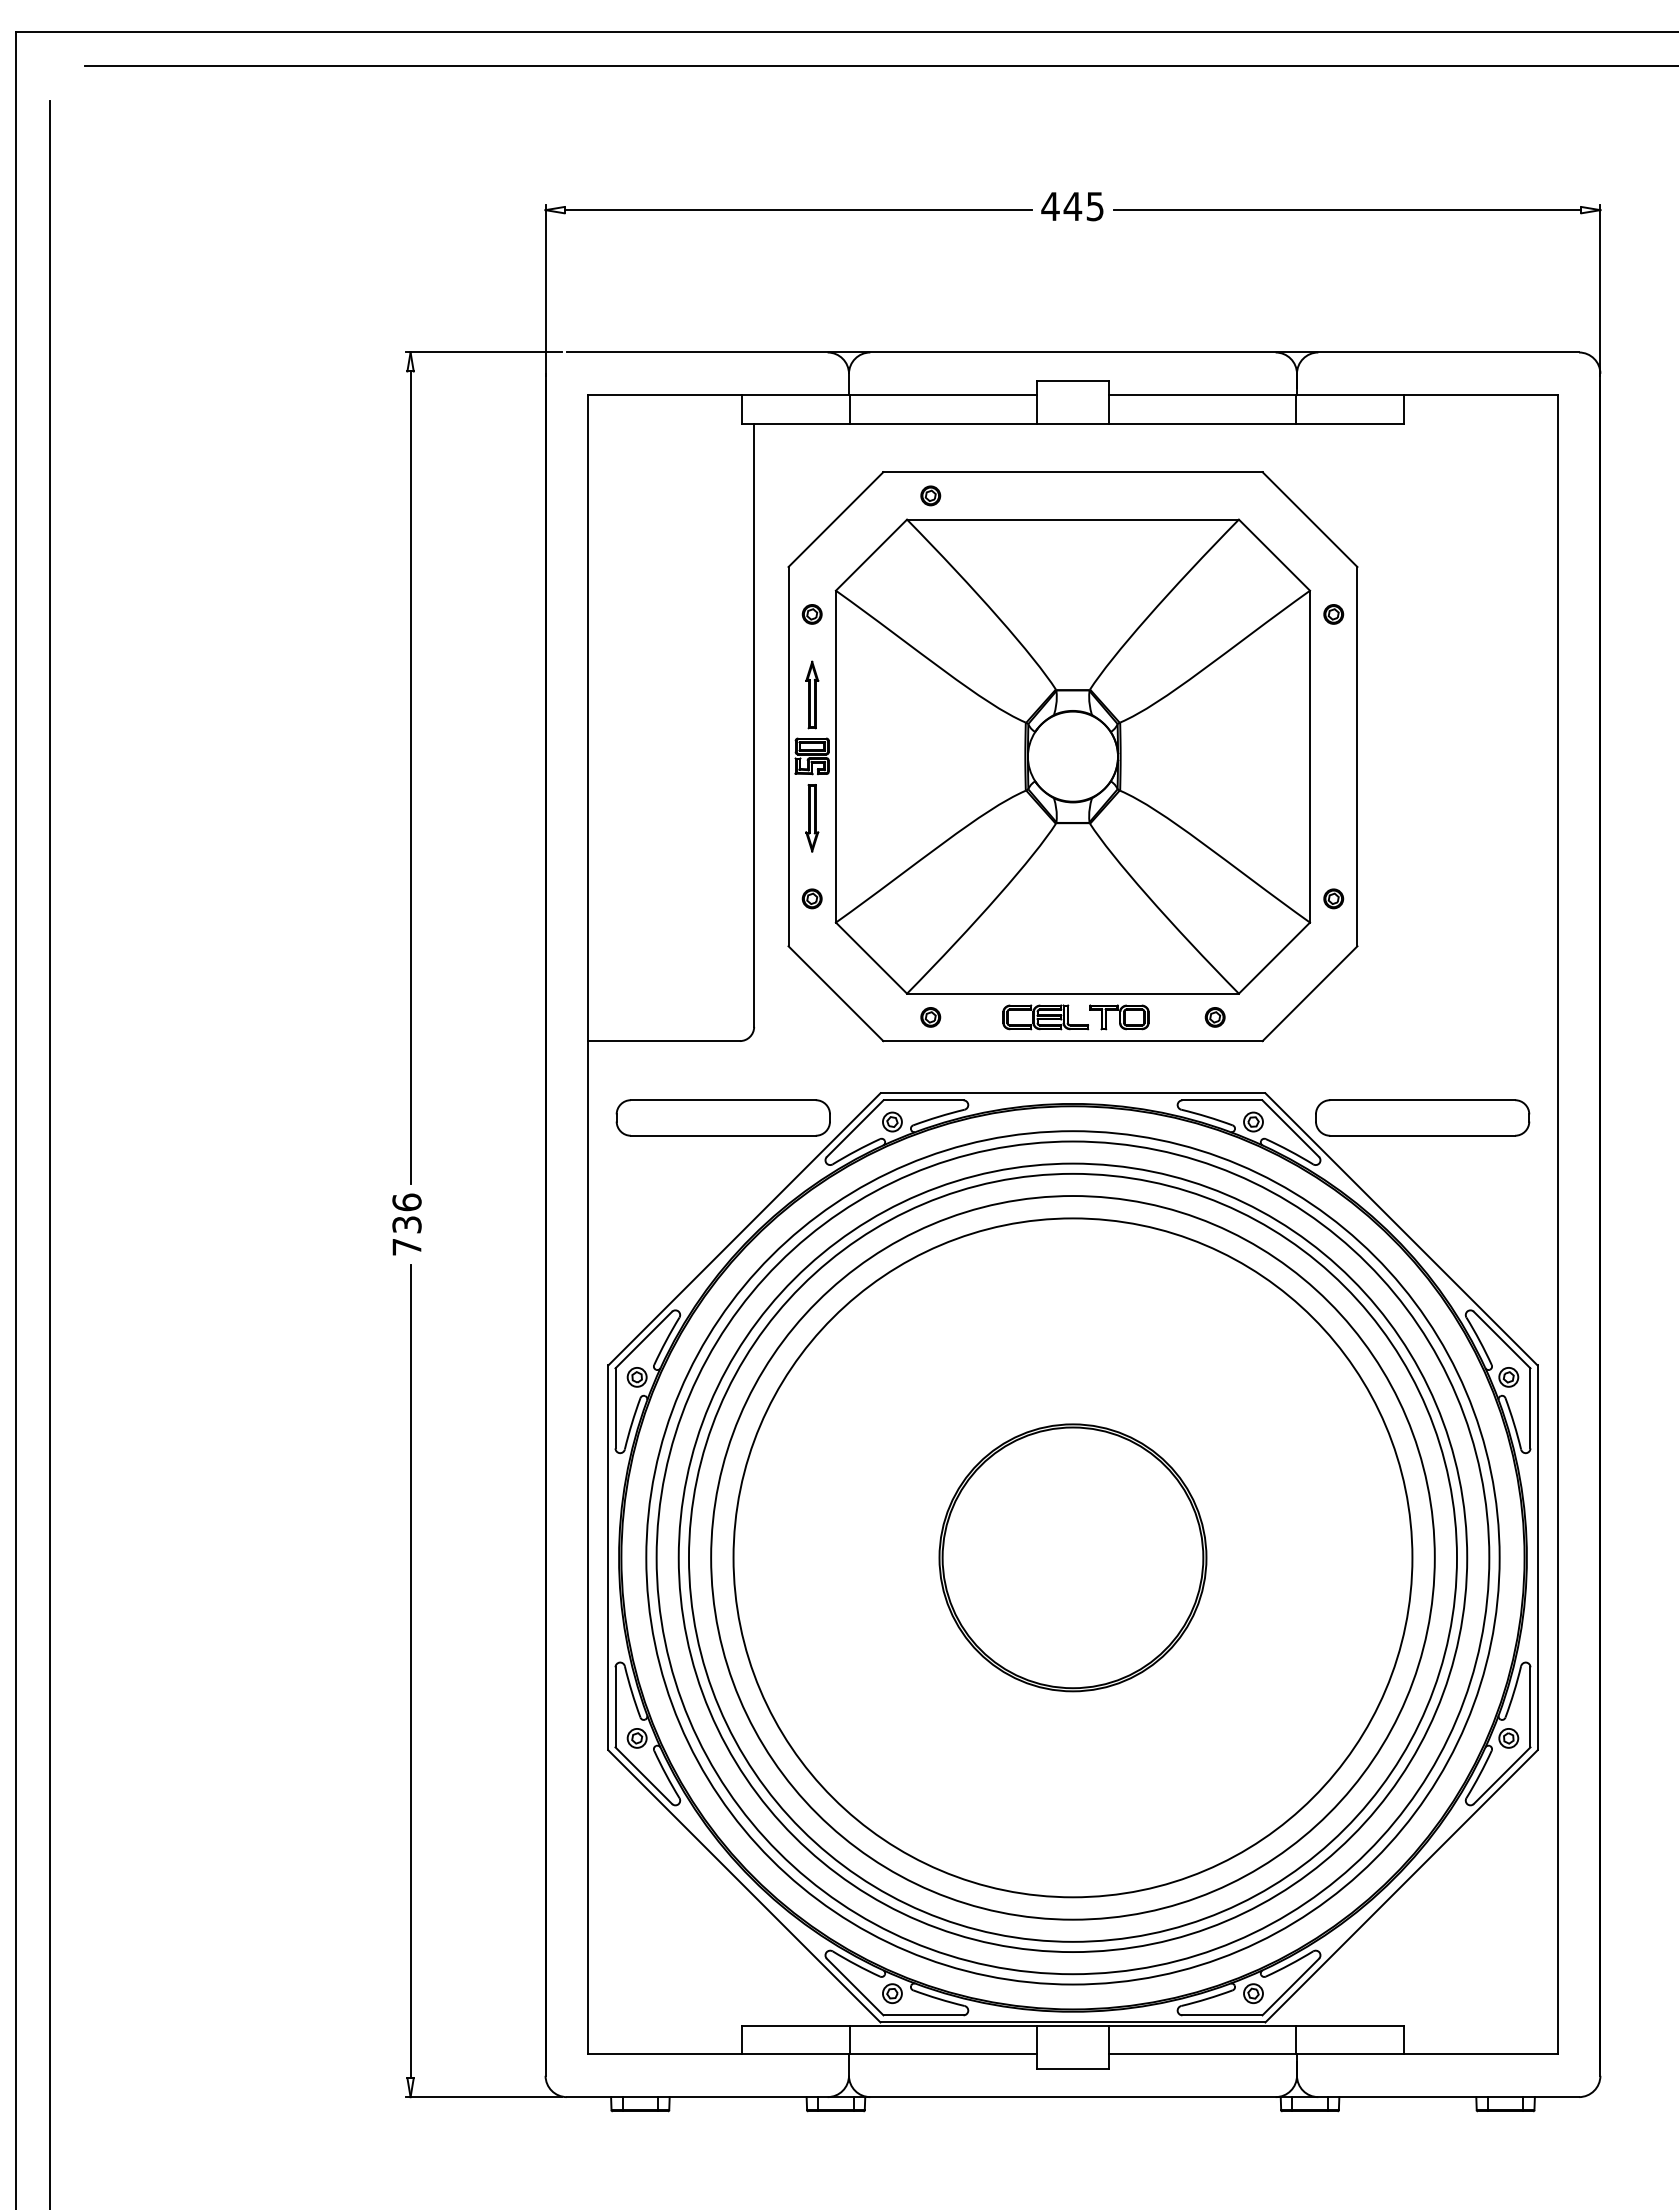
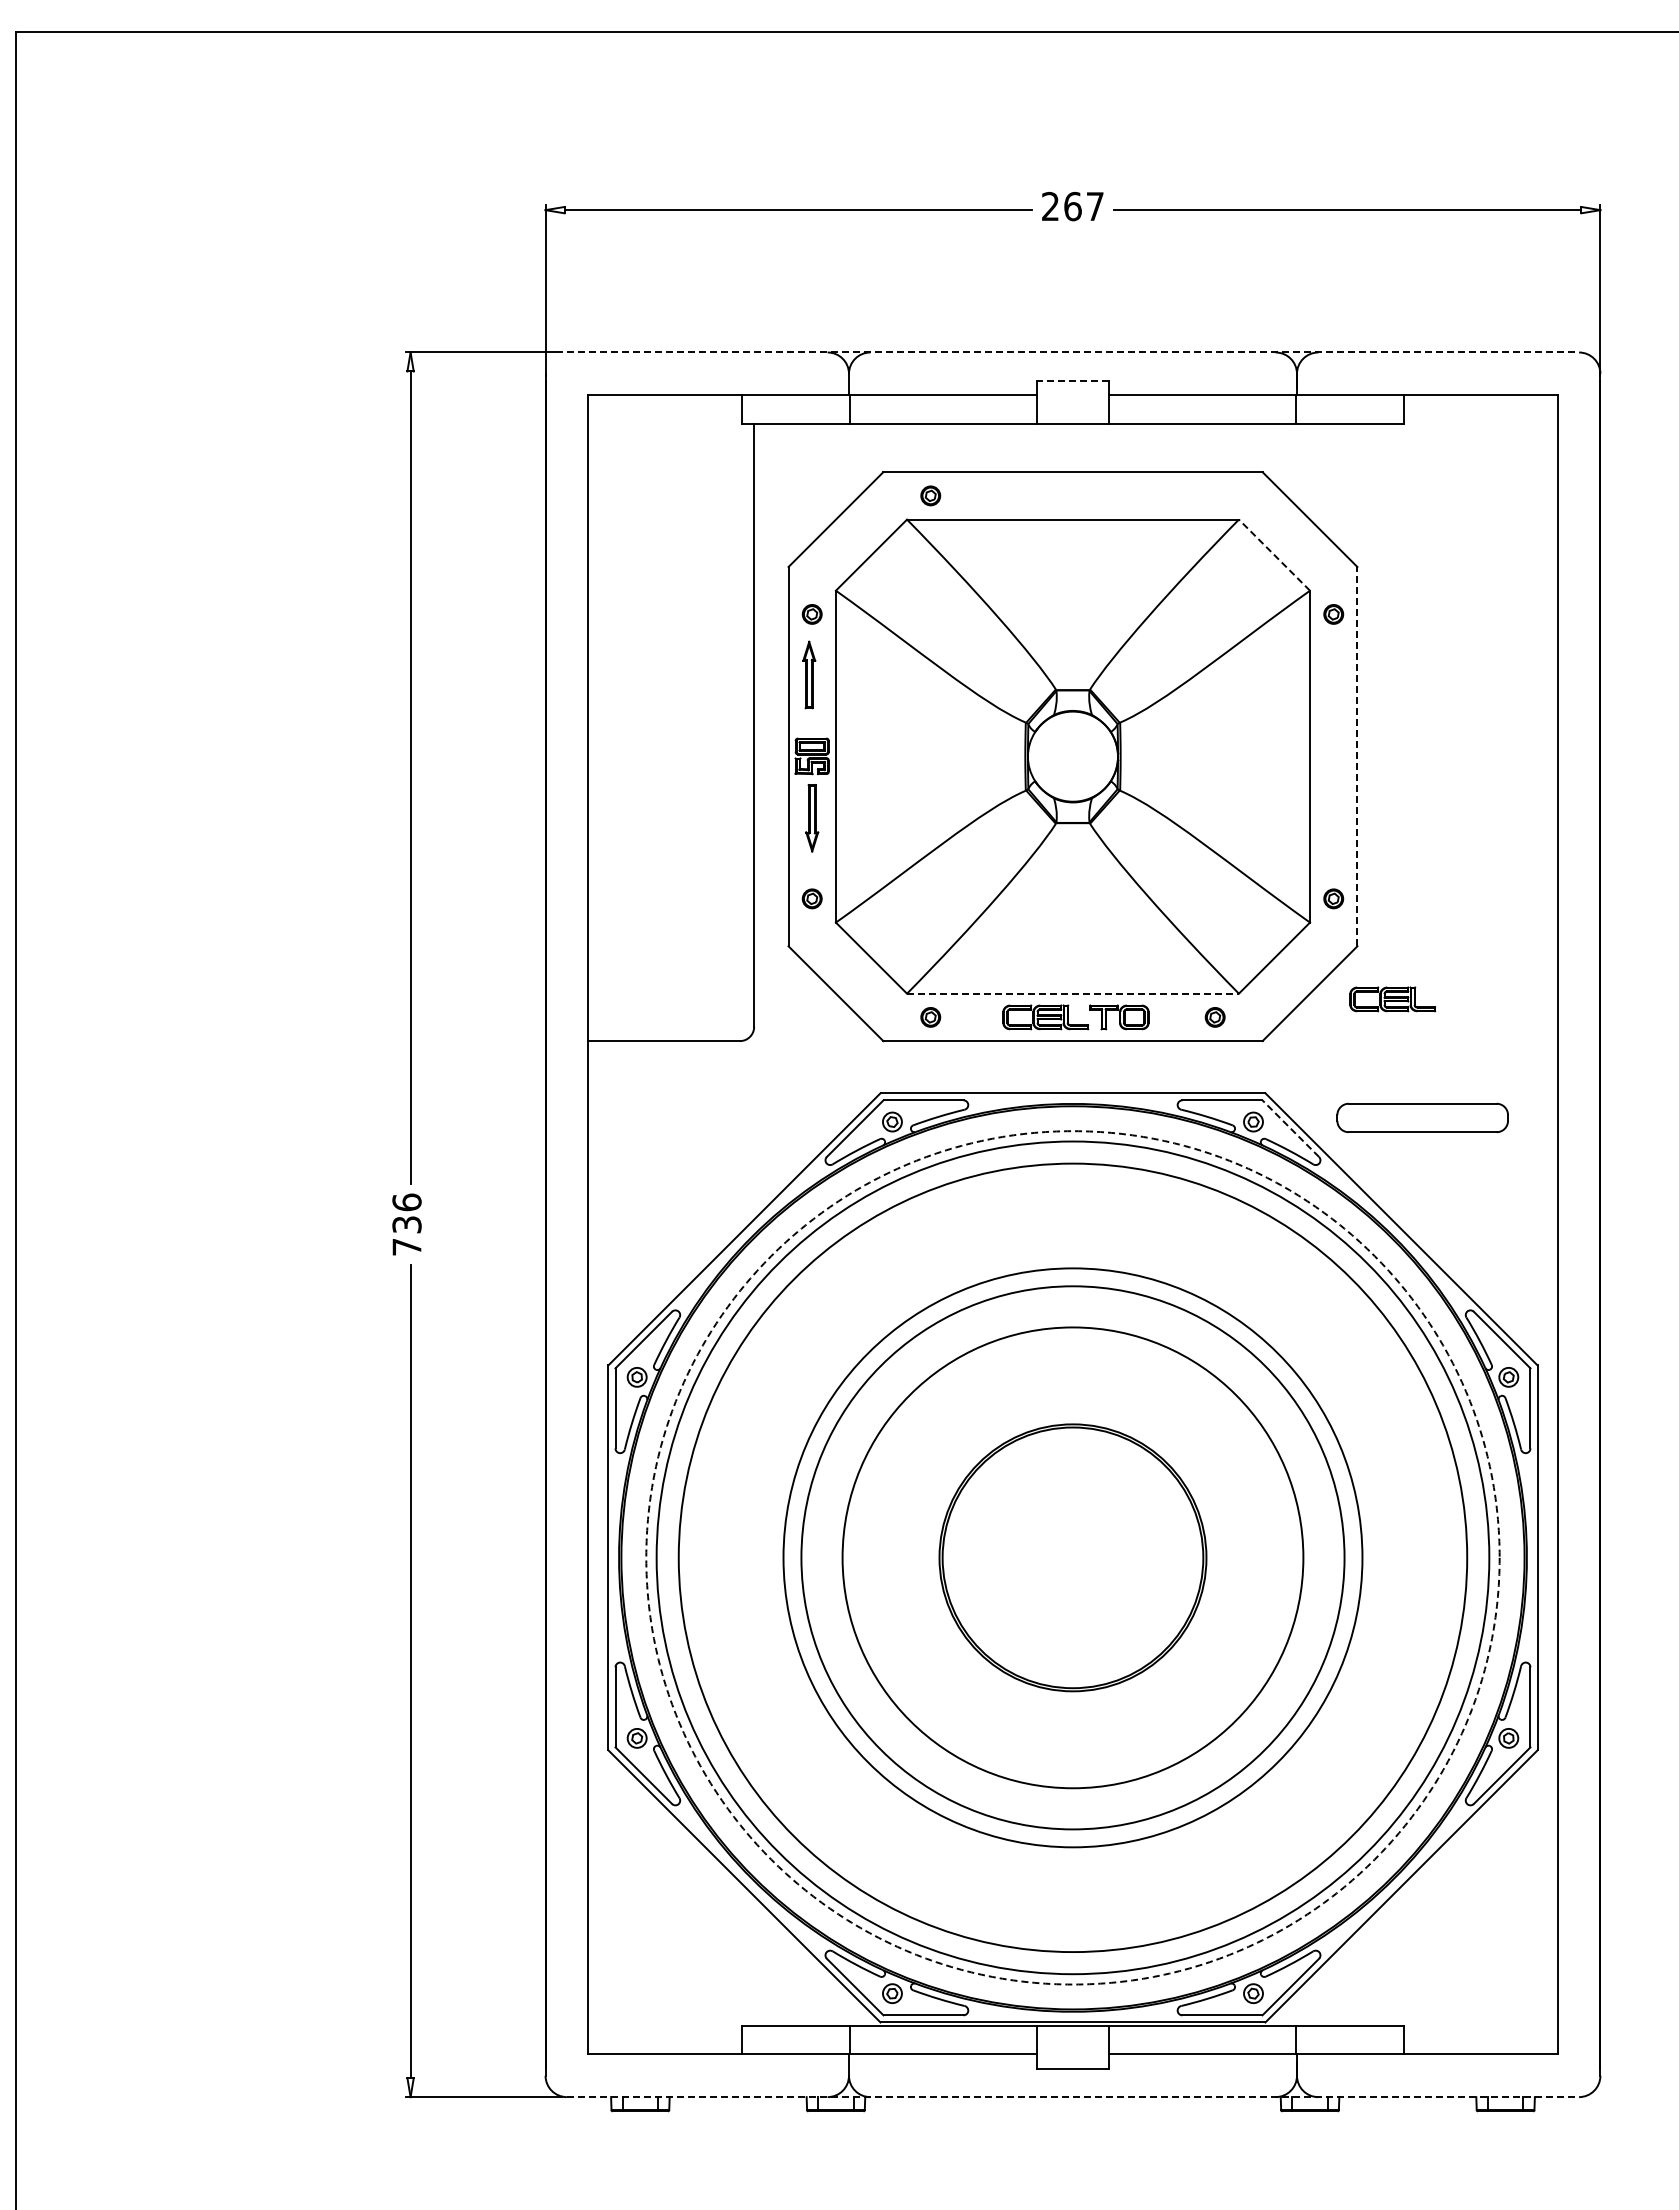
line at (879, 66): present -> none
text at (1072, 206): 445 -> 267
line at (1073, 352): solid -> dashed
line at (1072, 380): solid -> dashed
line at (1274, 554): solid -> dashed
part at (812, 694) position: (812, 694) -> (809, 674)
line at (1357, 756): solid -> dashed
line at (1072, 993): solid -> dashed
part at (1392, 999): none -> present
part at (722, 1117): present -> none
part at (1422, 1117) size: 216x38 px -> 173x32 px
line at (1290, 1128): solid -> dashed
line at (50, 1153): present -> none
circle at (1072, 1557) diameter: 679 px -> 543 px
circle at (1072, 1557) diameter: 724 px -> 579 px
circle at (1072, 1557) diameter: 768 px -> 461 px
circle at (1072, 1557): solid -> dashed
line at (1073, 2097): solid -> dashed
